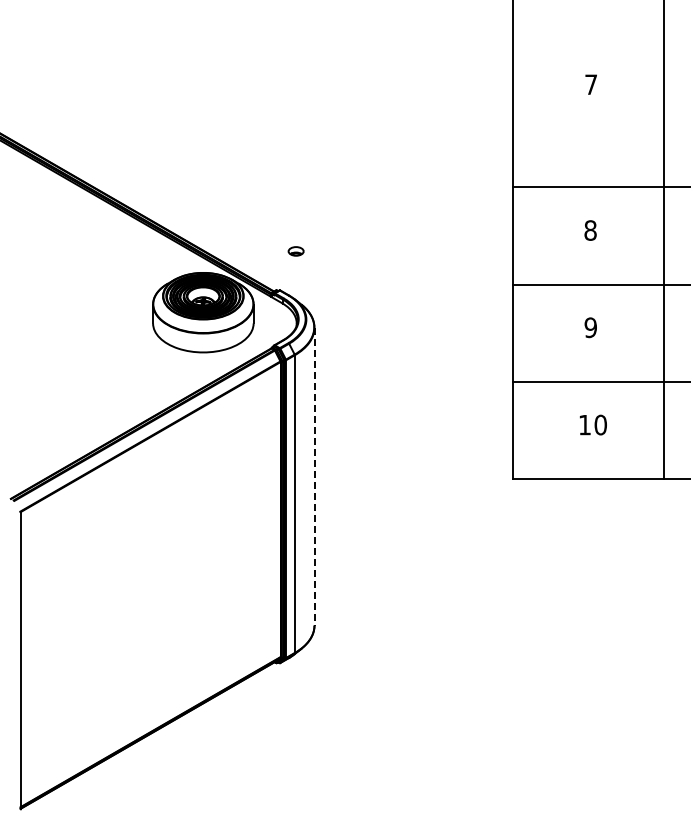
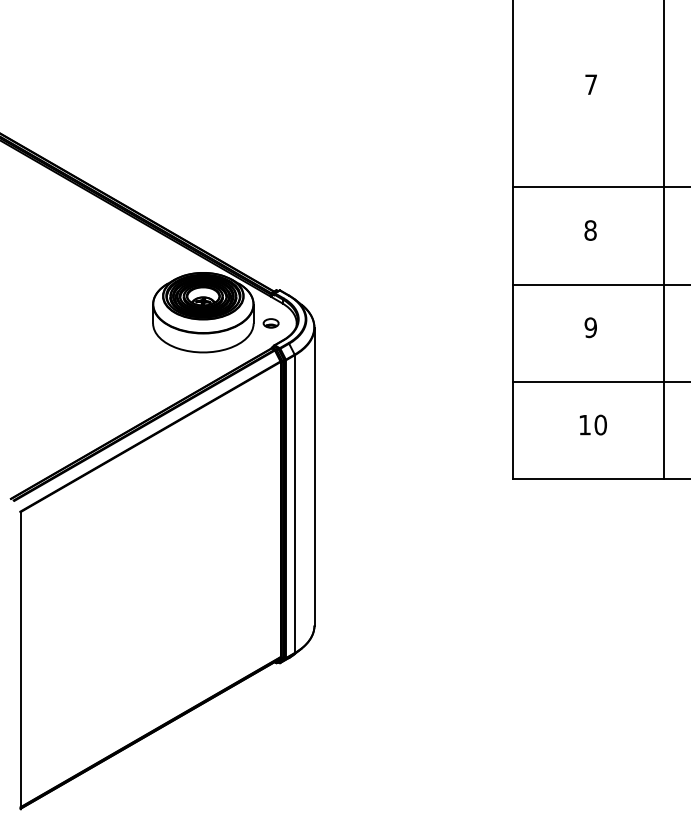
part at (295, 251) position: (295, 251) -> (270, 323)
line at (314, 476): dashed -> solid
